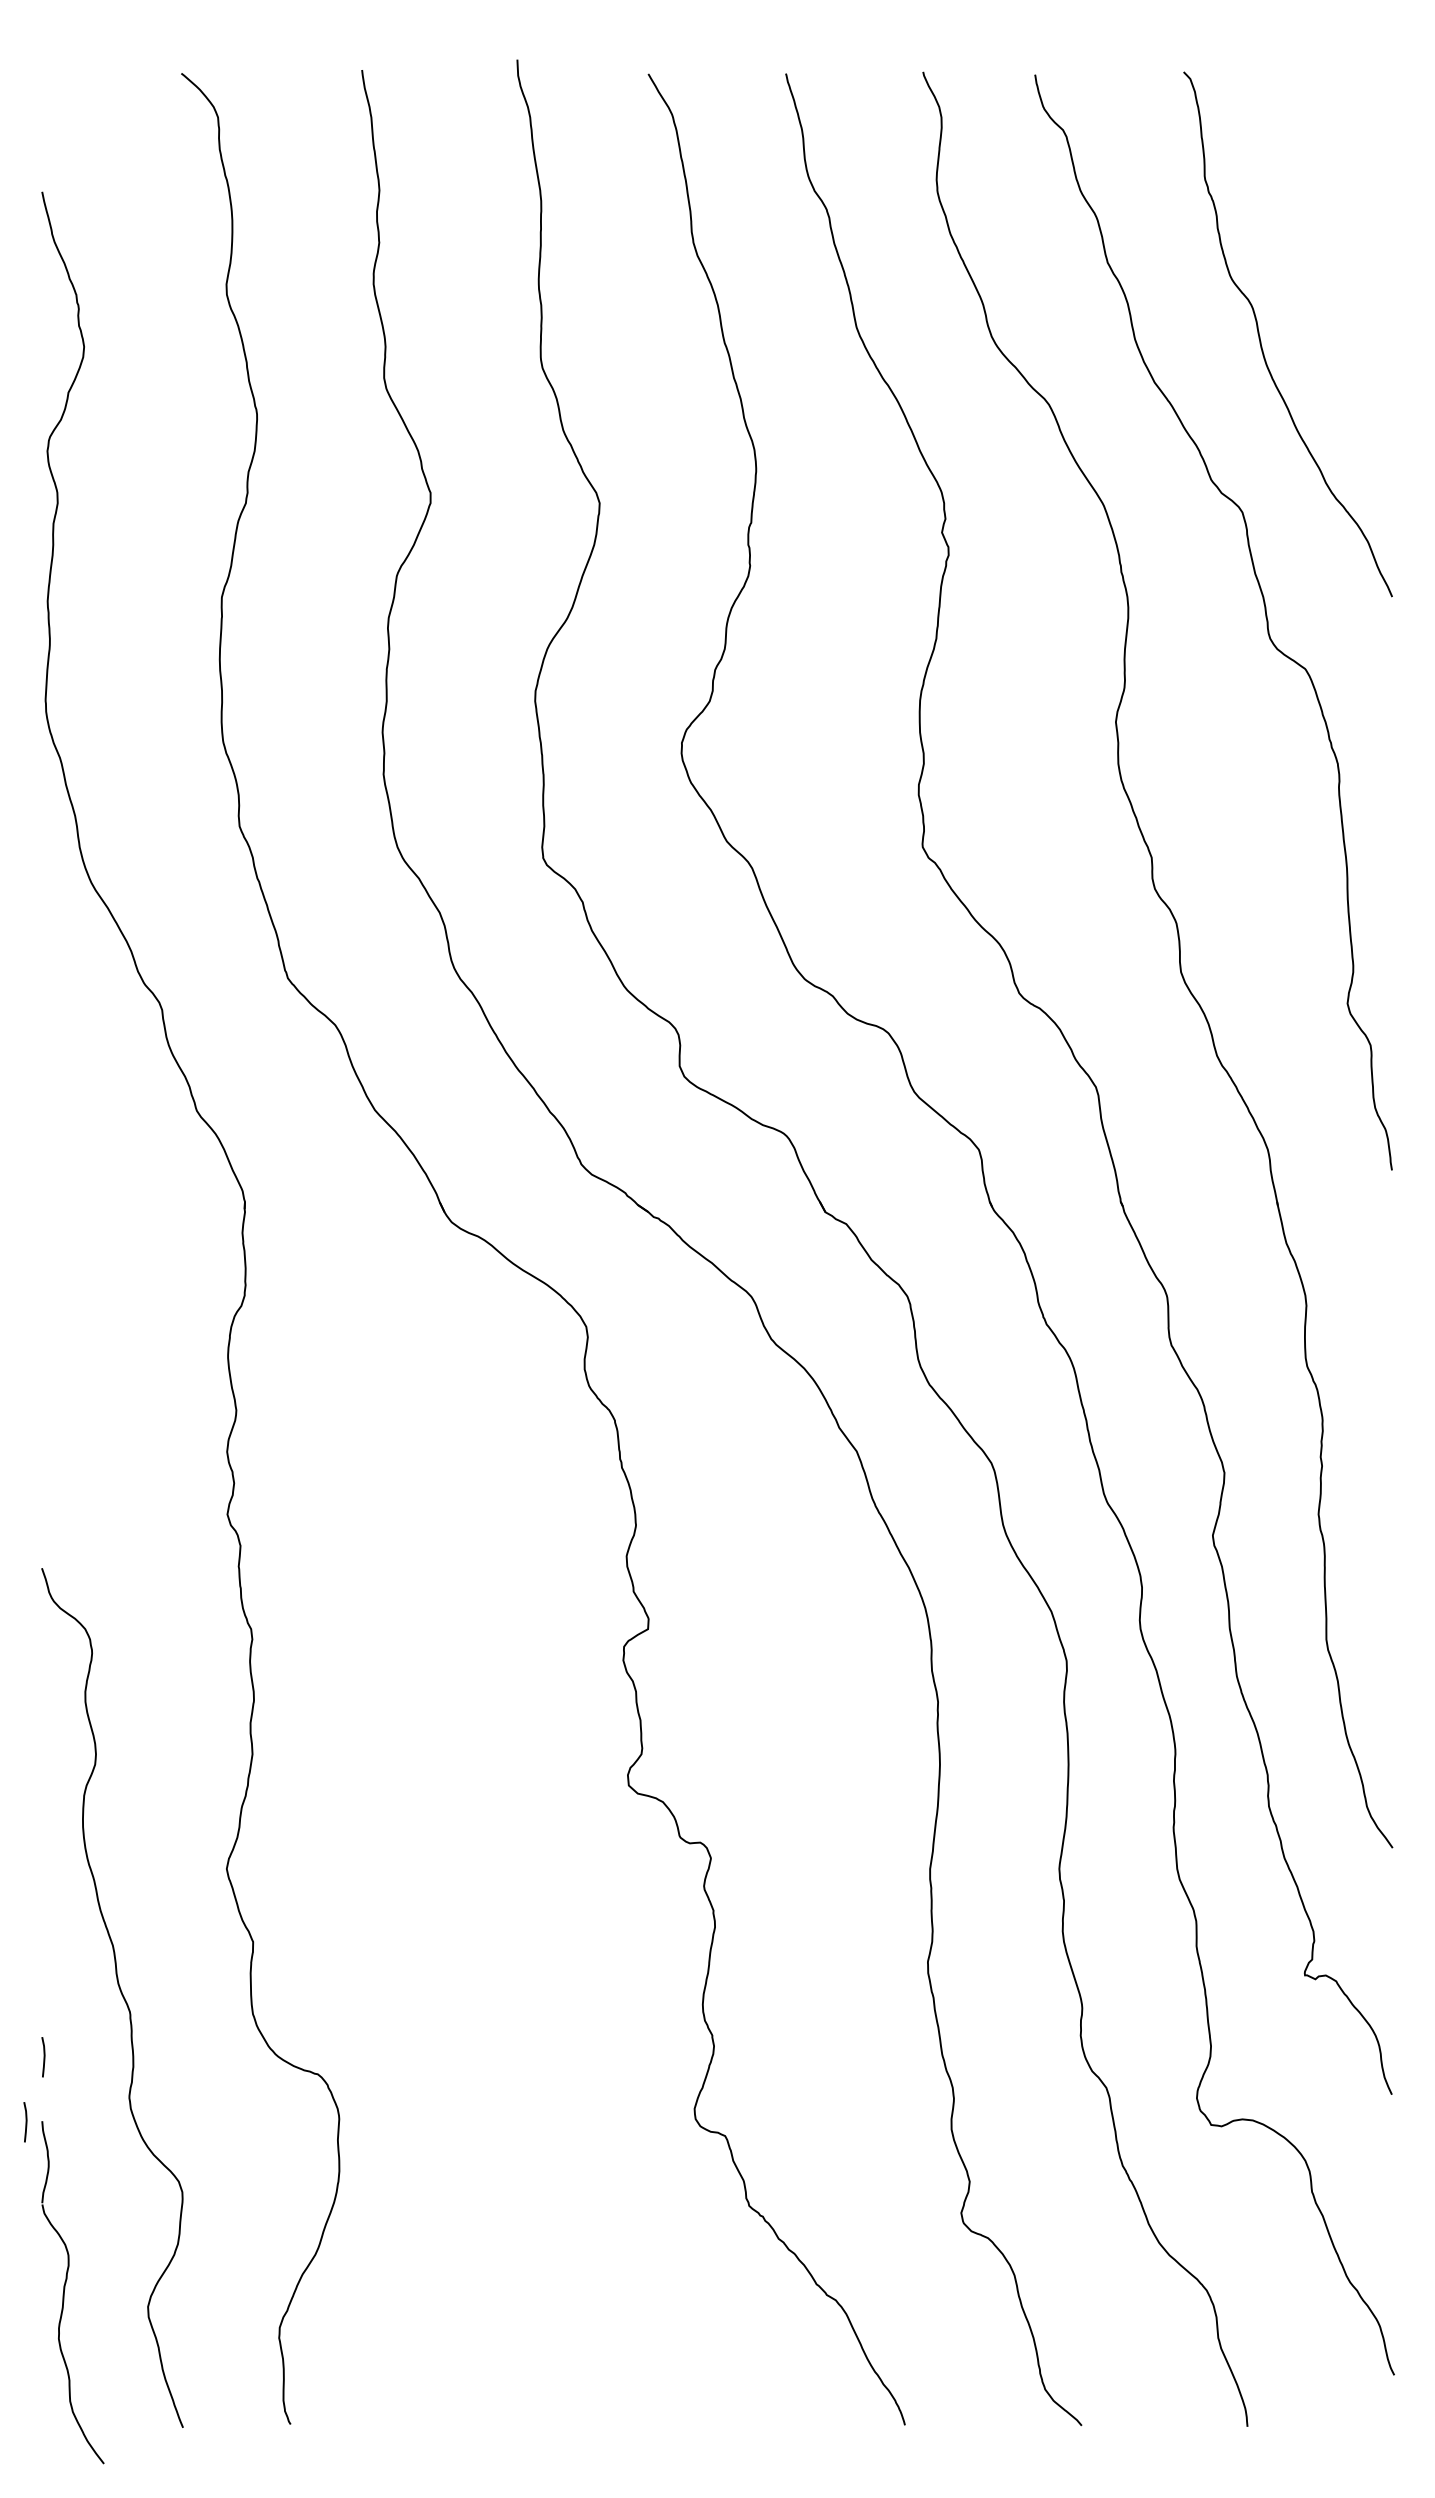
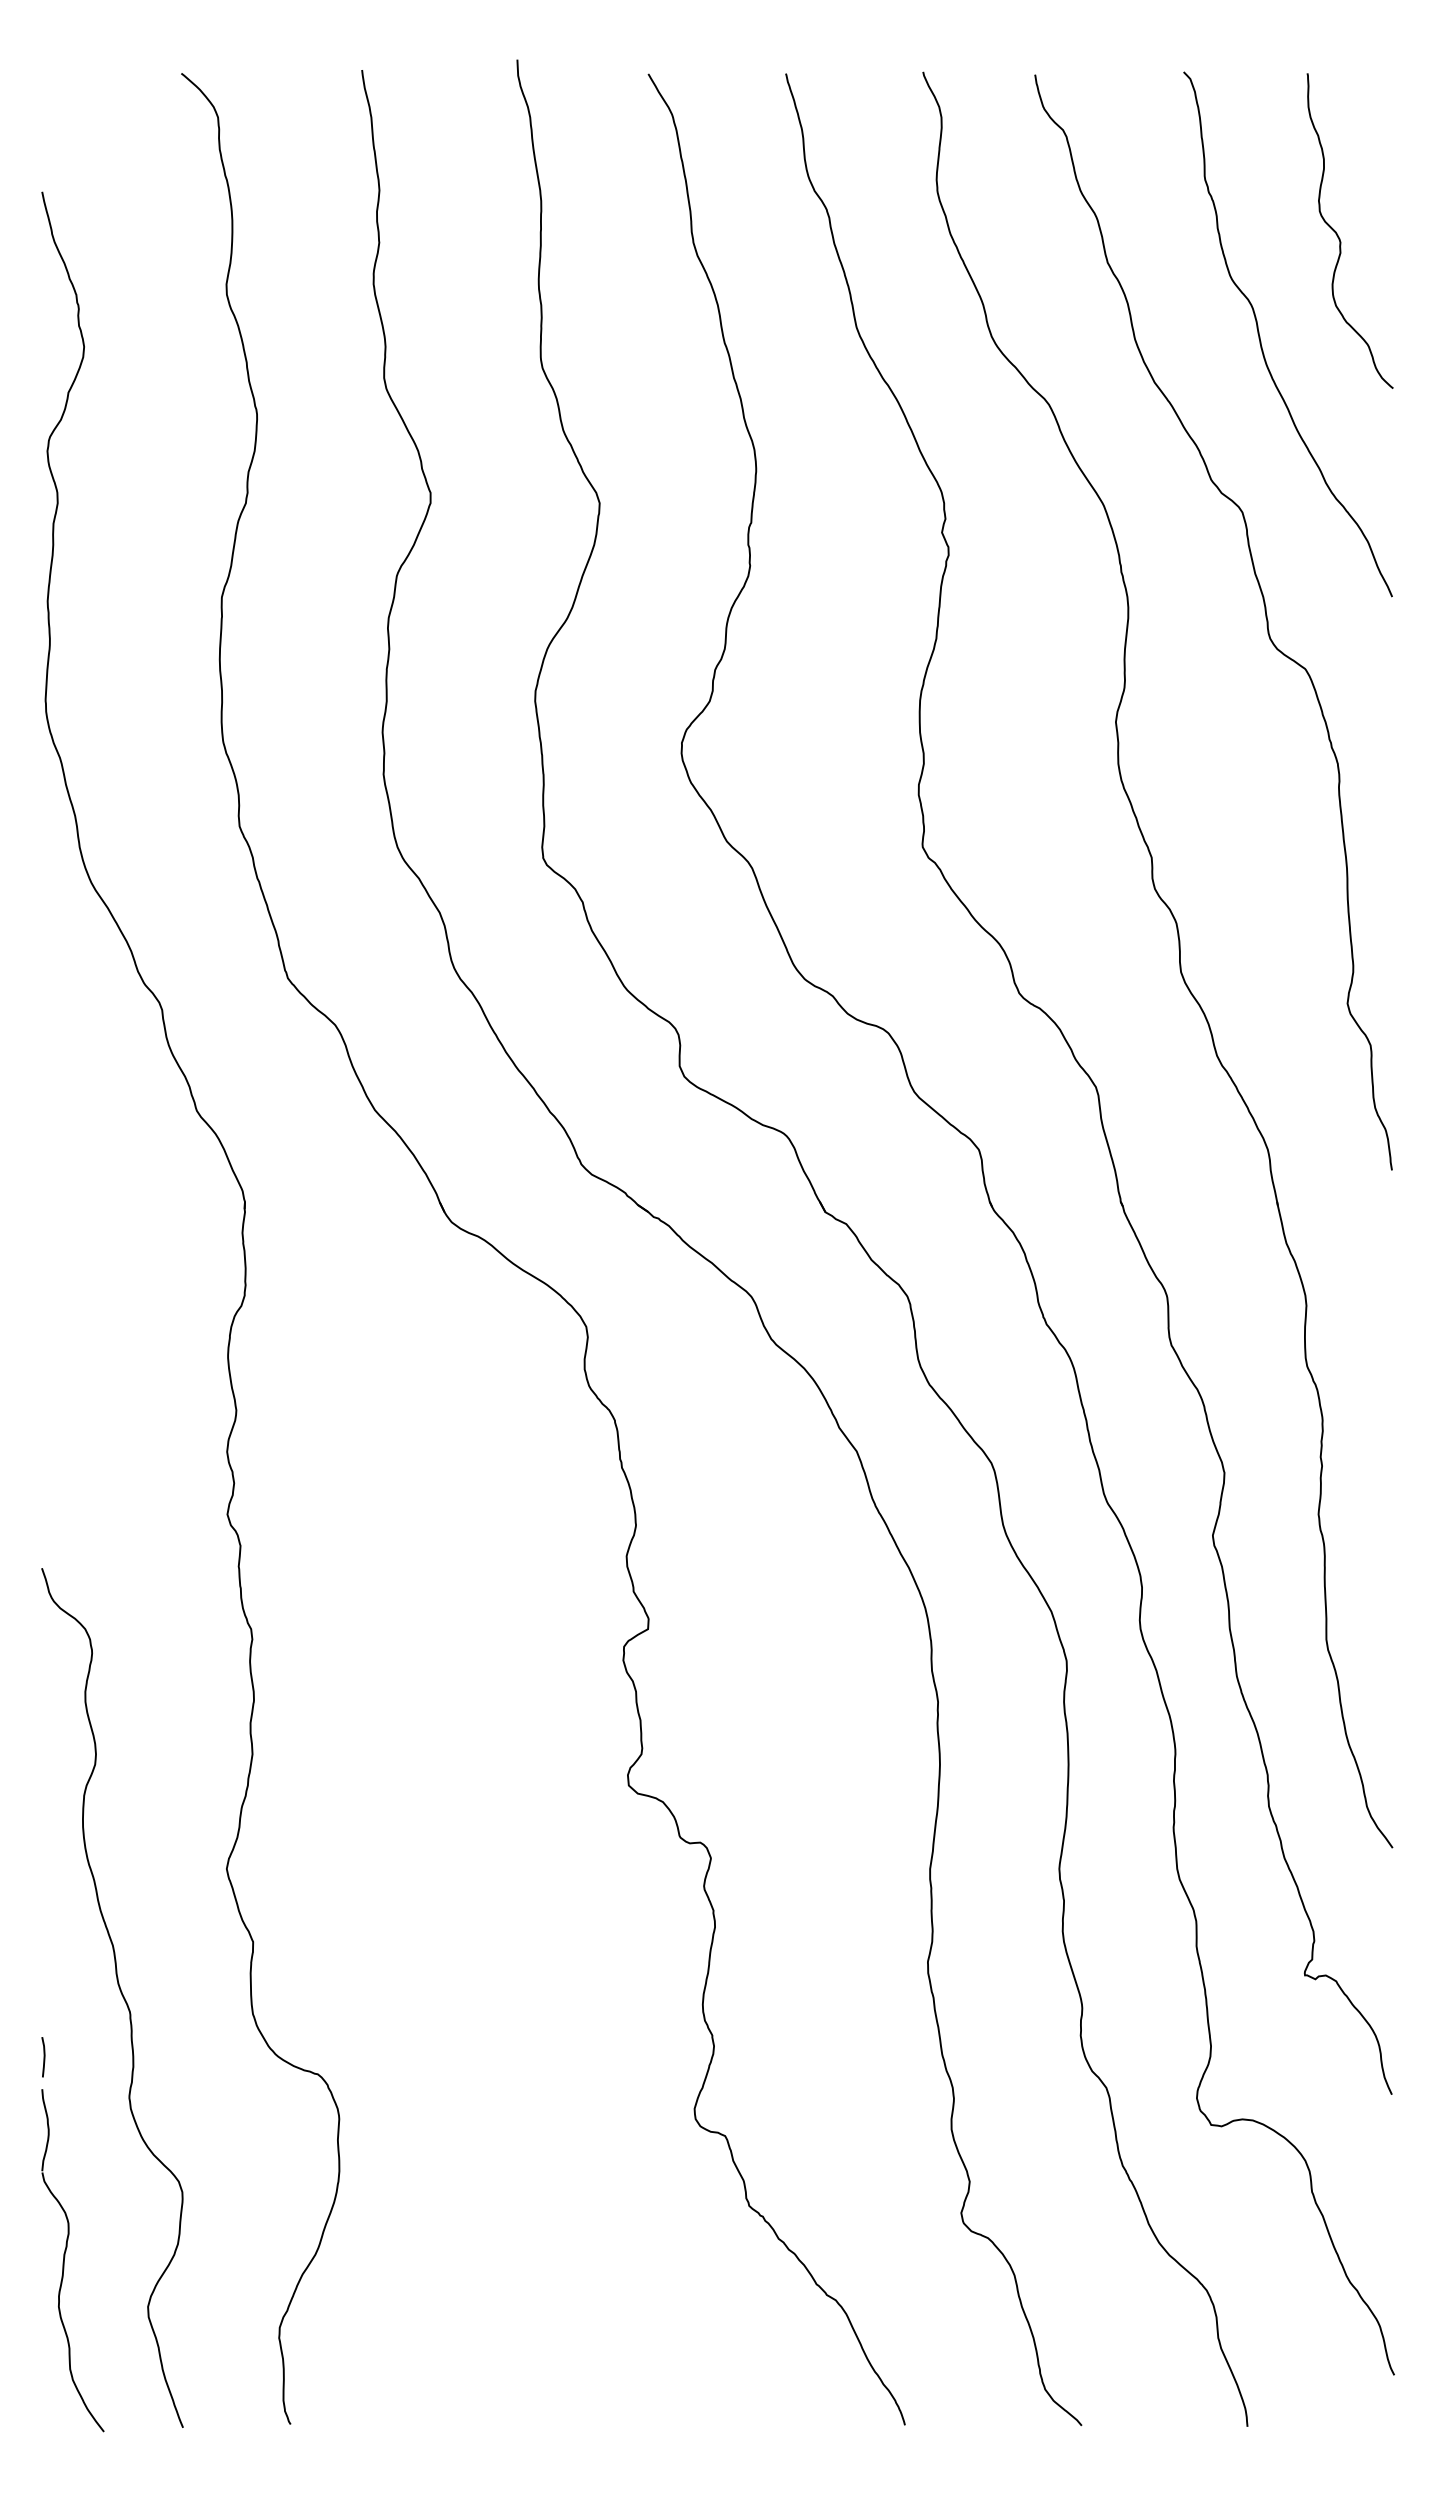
curve at (1339, 236): none -> present
line at (25, 2122): present -> none
part at (65, 2289) position: (65, 2289) -> (65, 2257)
